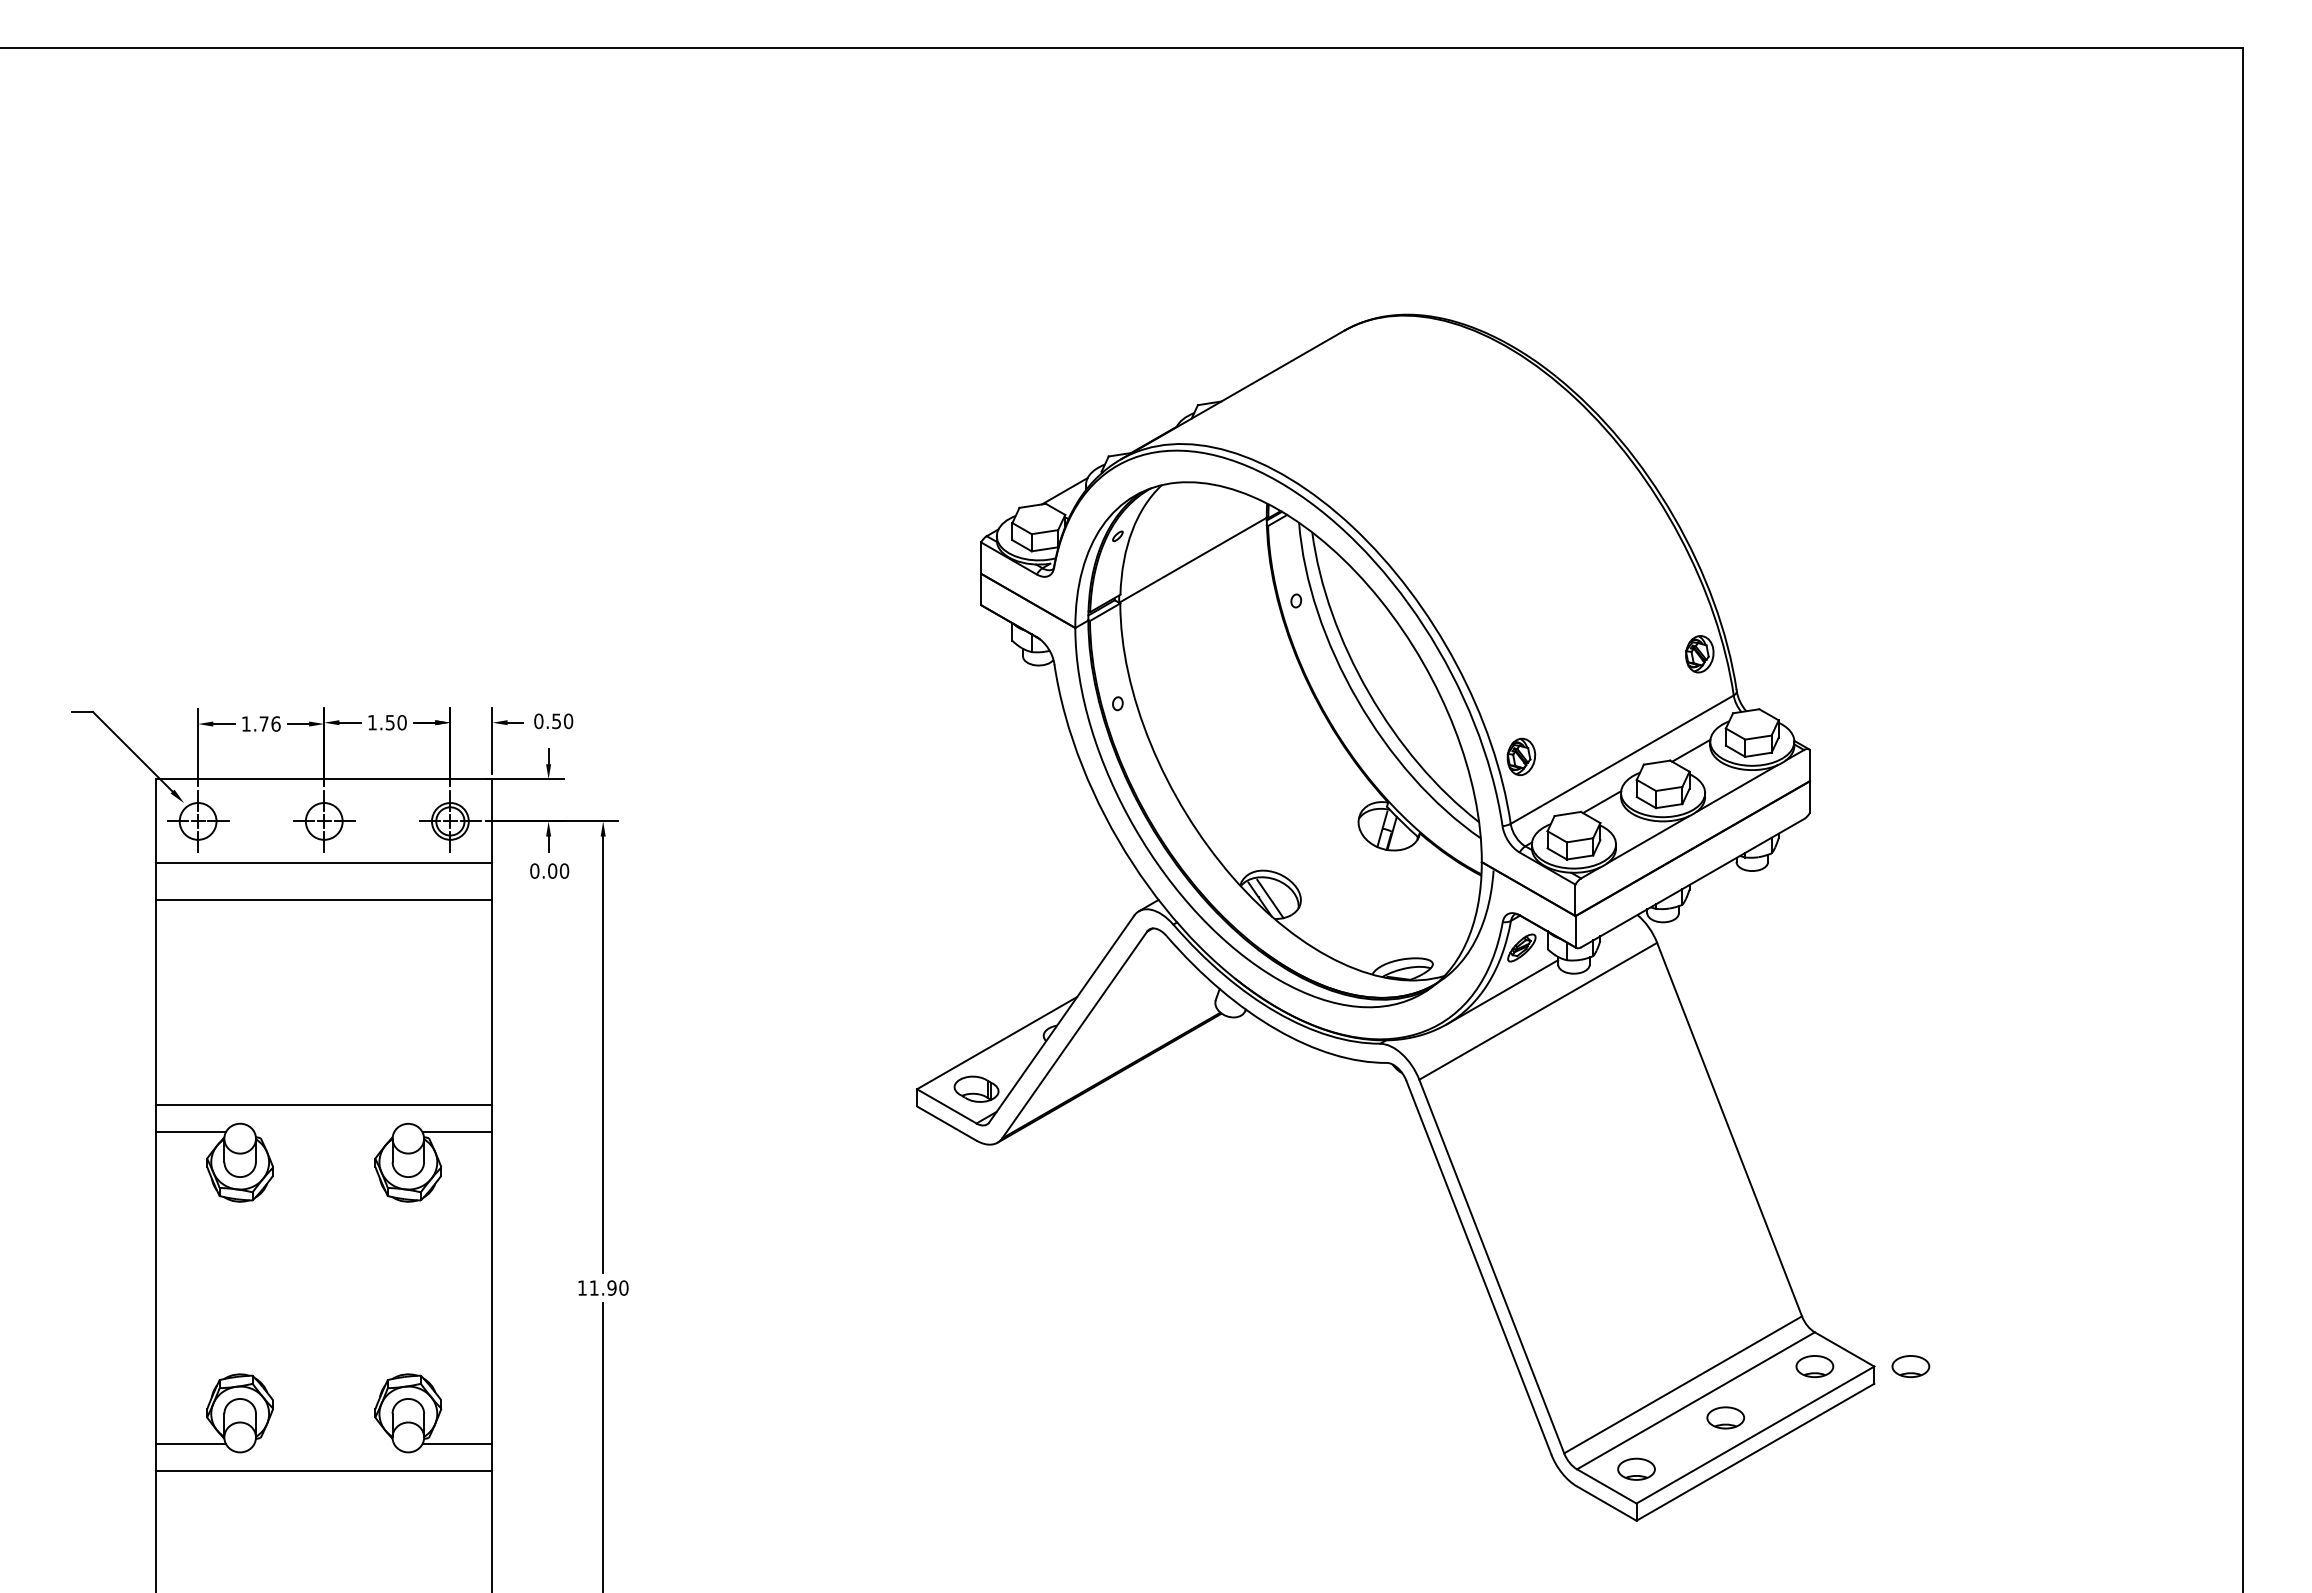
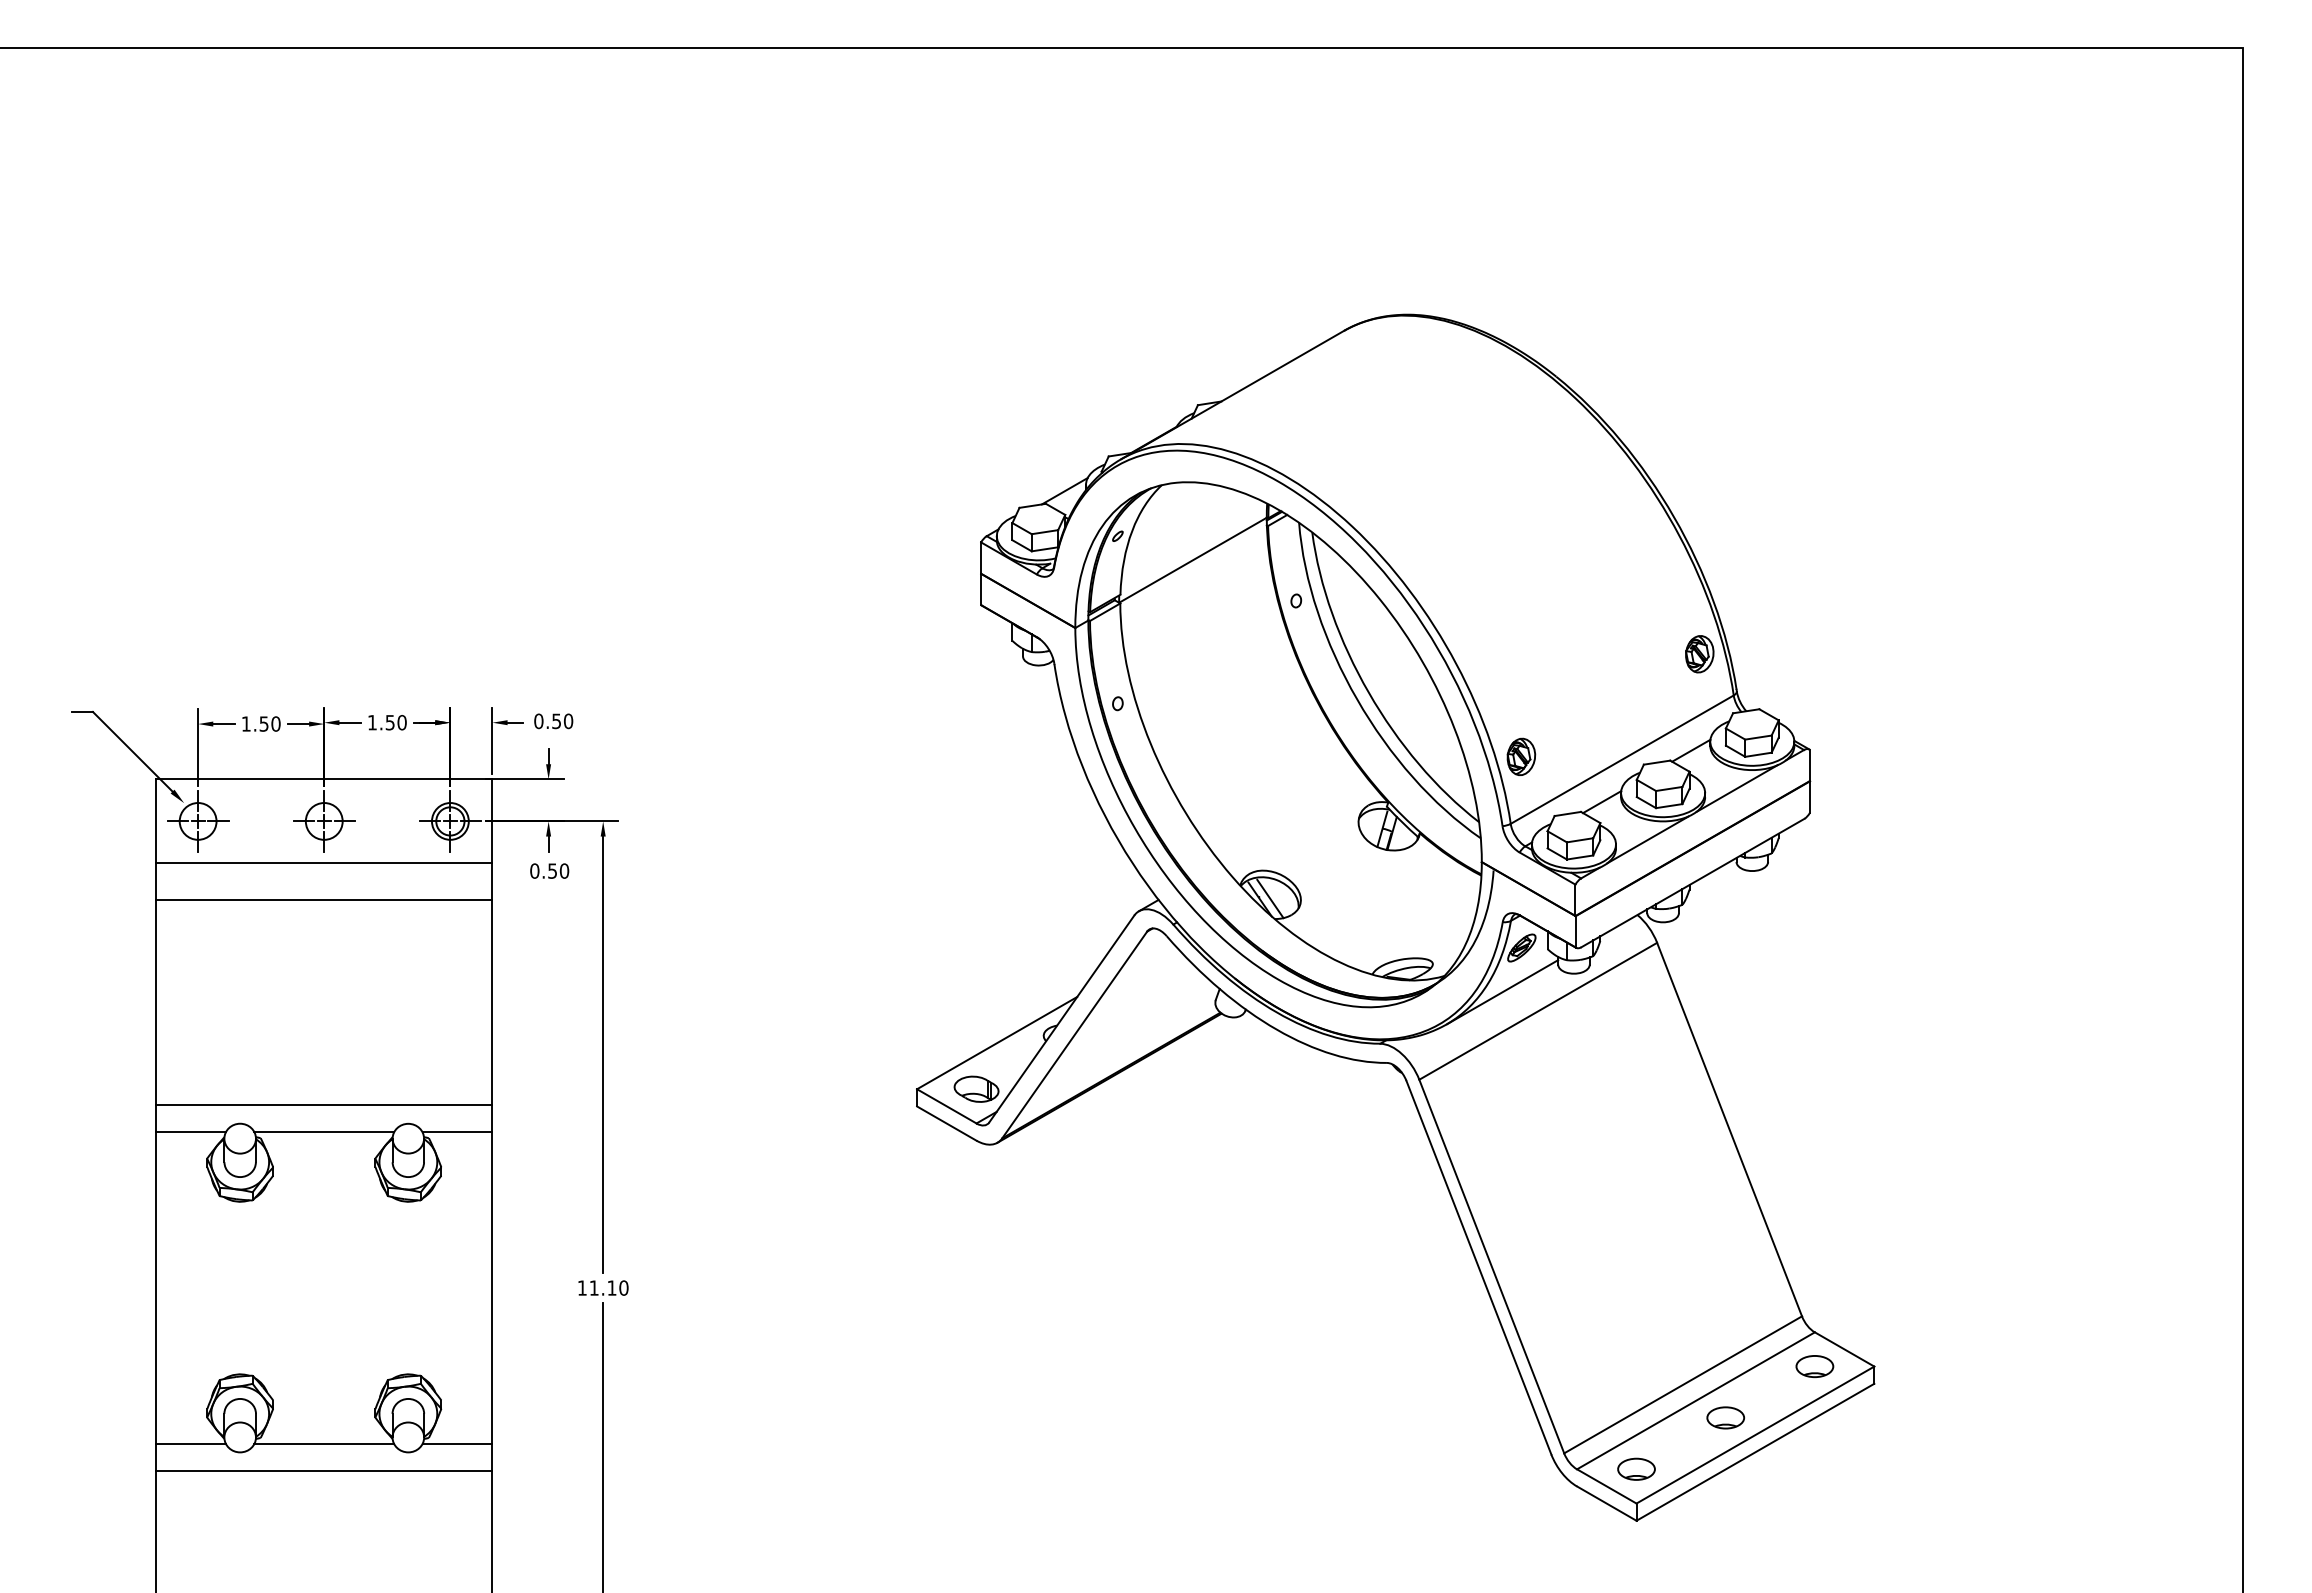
text at (269, 723): 1.76 -> 1.50
text at (552, 870): 0.00 -> 0.50
line at (324, 1132): none -> present
text at (611, 1287): 11.90 -> 11.10
part at (1910, 1366): present -> none
line at (324, 1443): none -> present
